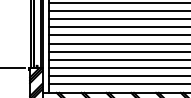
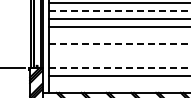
line at (119, 11): solid -> dashed
line at (117, 35): present -> none
line at (119, 43): solid -> dashed
line at (117, 51): present -> none
line at (117, 59): present -> none
line at (119, 67): solid -> dashed
line at (117, 83): present -> none
